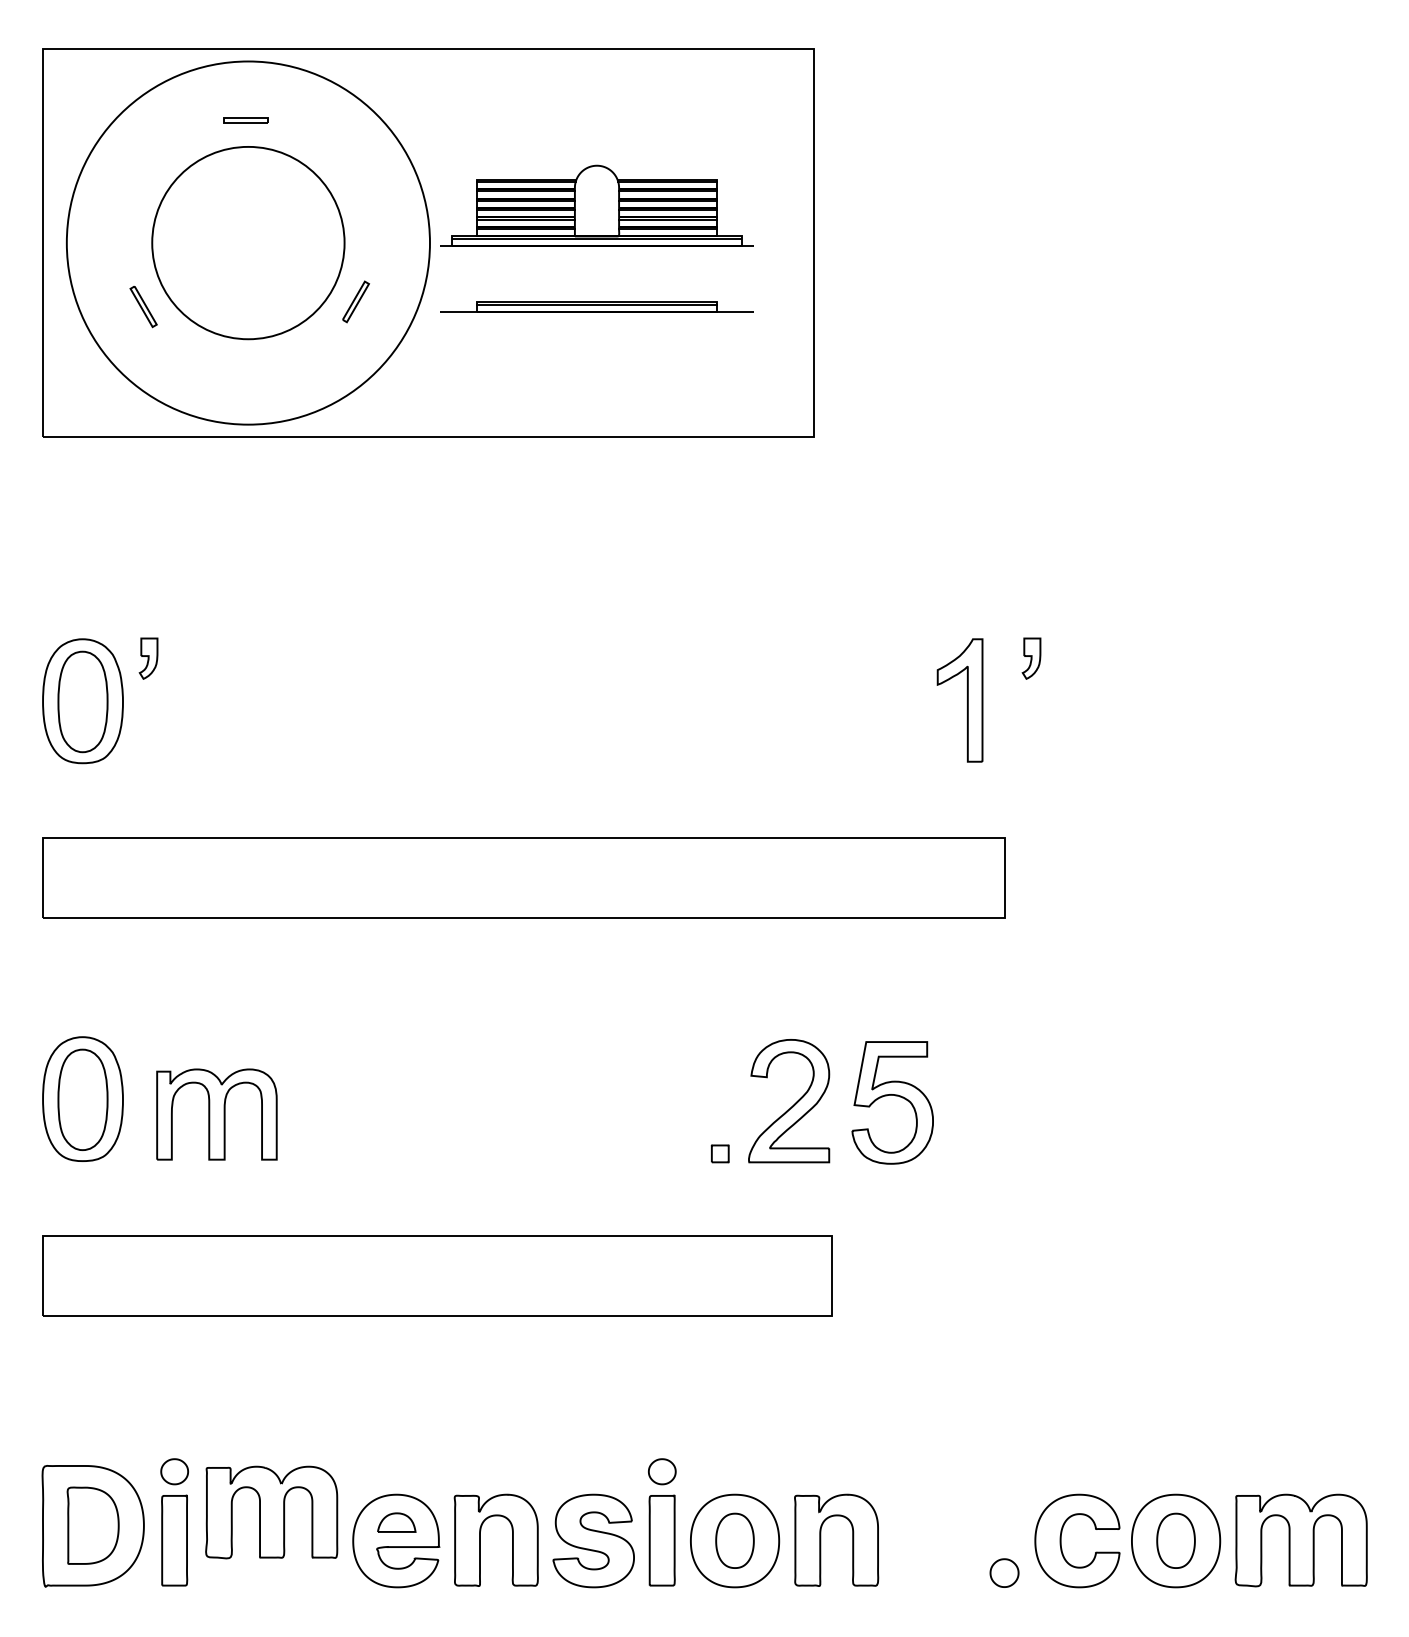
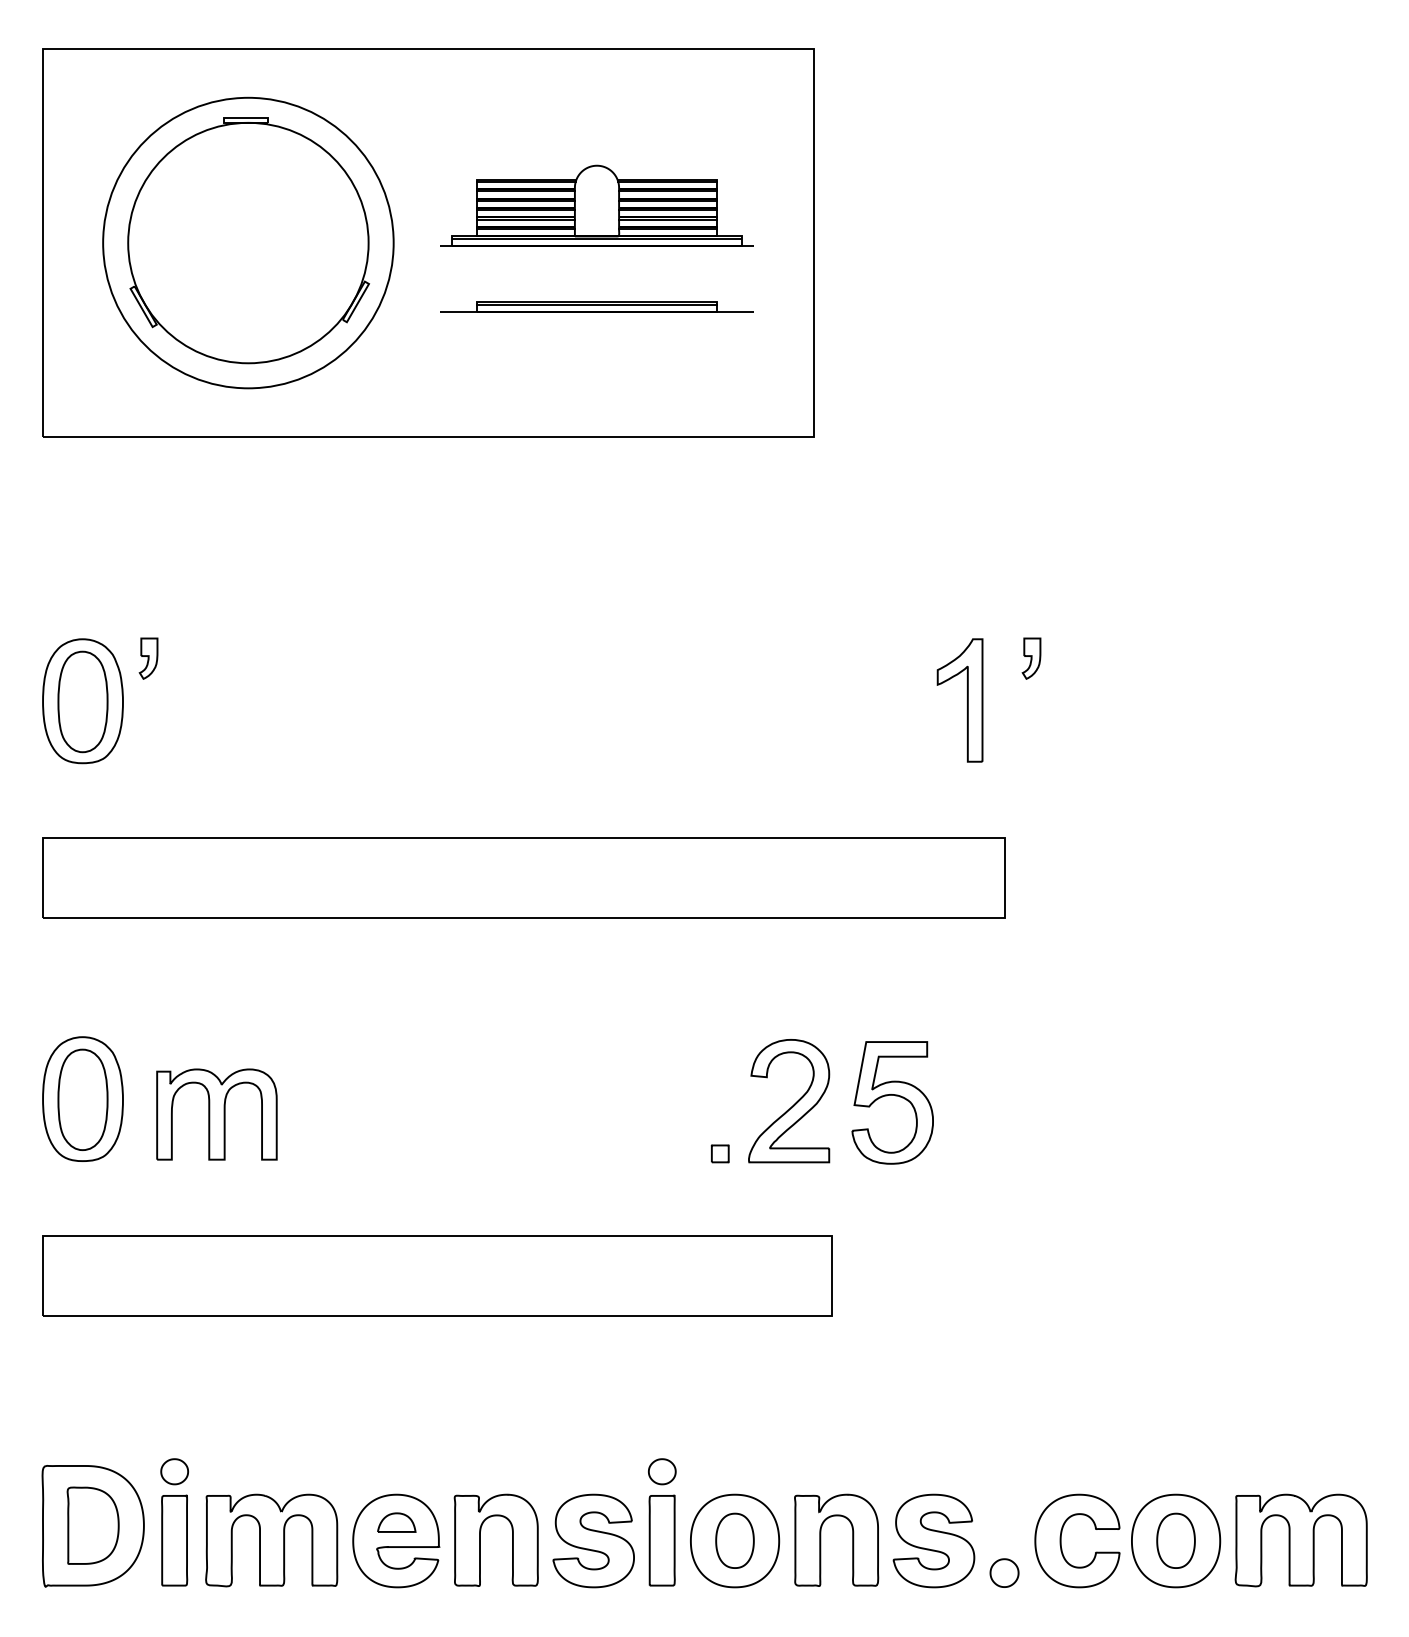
circle at (247, 242) diameter: 363 px -> 291 px
circle at (248, 242) diameter: 192 px -> 240 px
part at (271, 1512) position: (271, 1512) -> (271, 1540)
part at (933, 1540): none -> present
